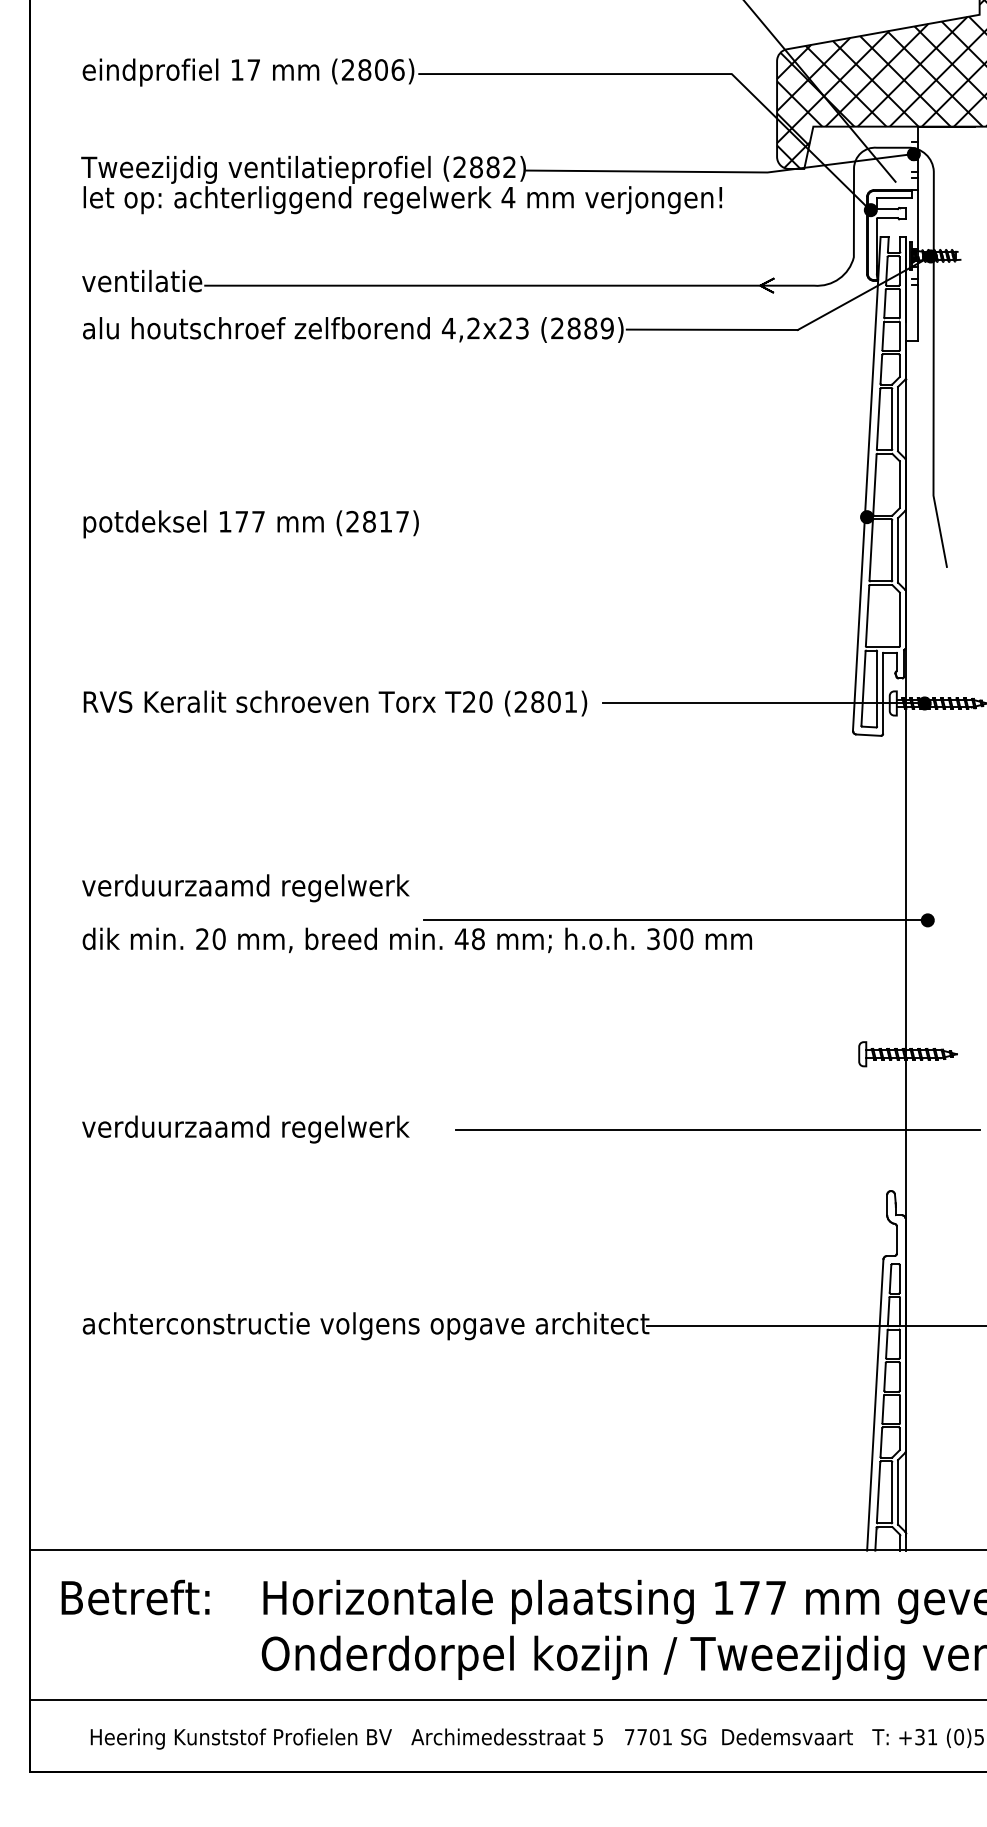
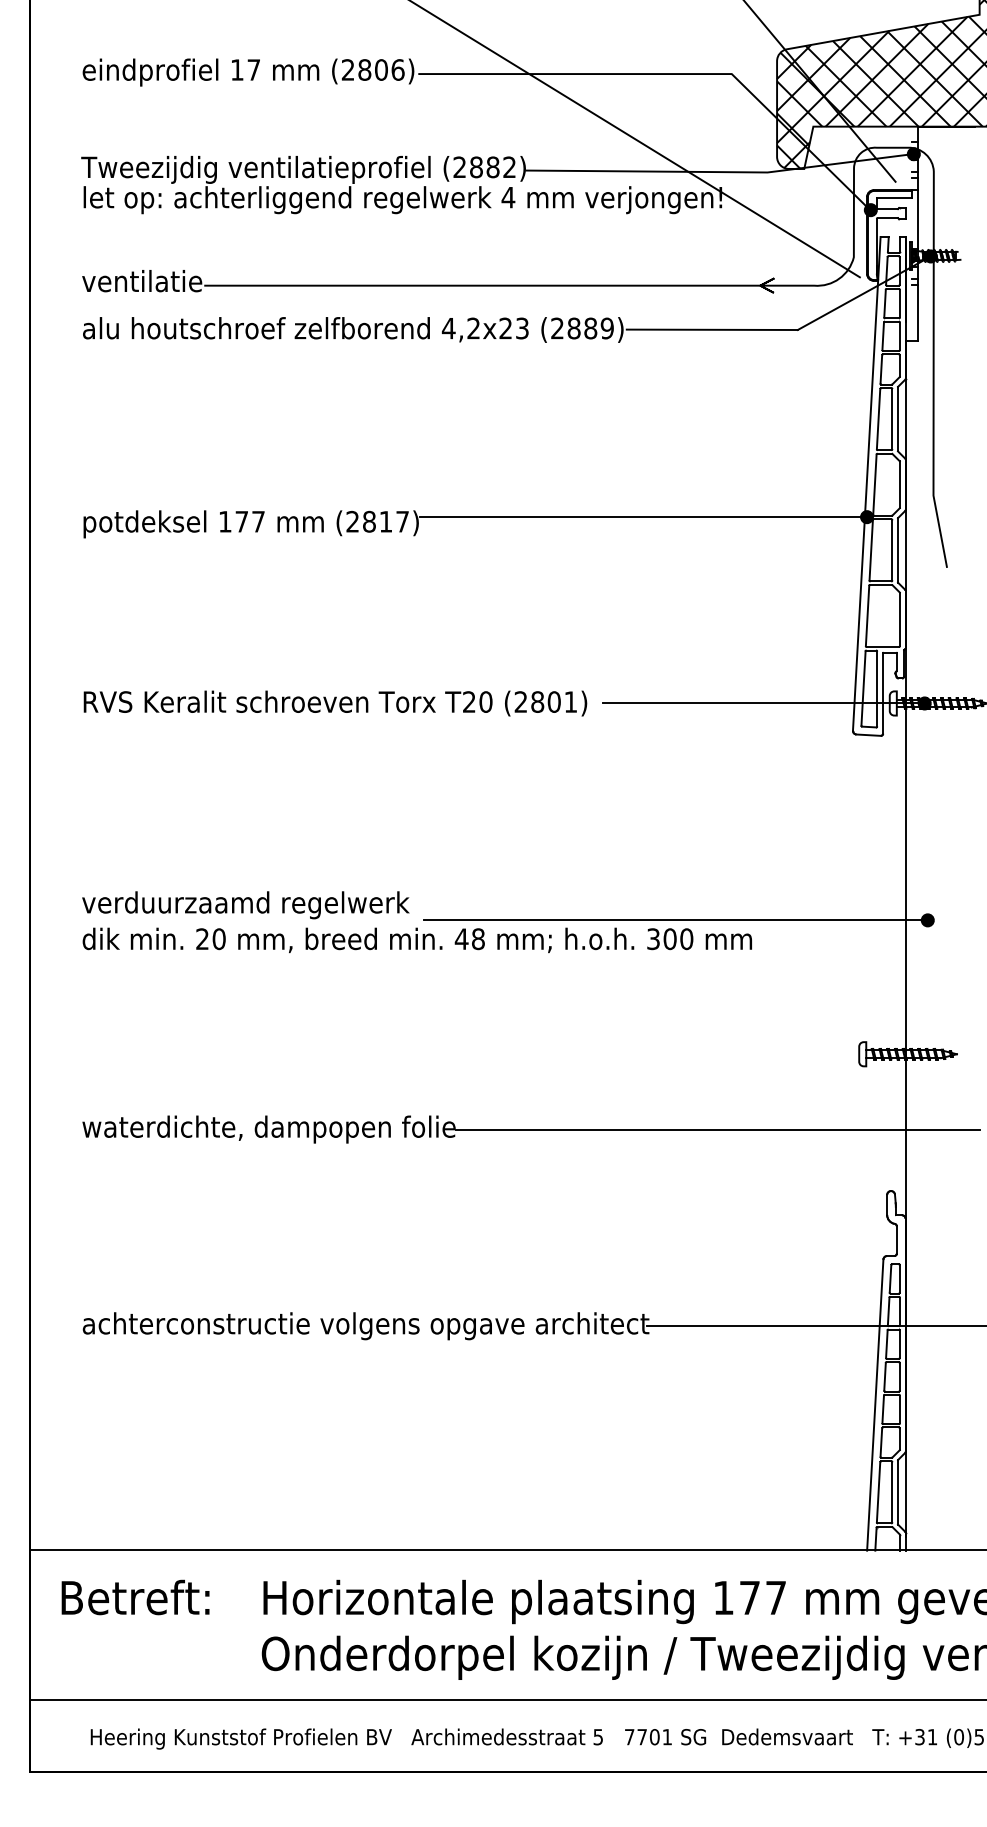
line at (635, 139): none -> present
line at (643, 517): none -> present
text at (245, 888) position: (245, 888) -> (245, 905)
text at (268, 1129): verduurzaamd regelwerk -> waterdichte, dampopen folie
